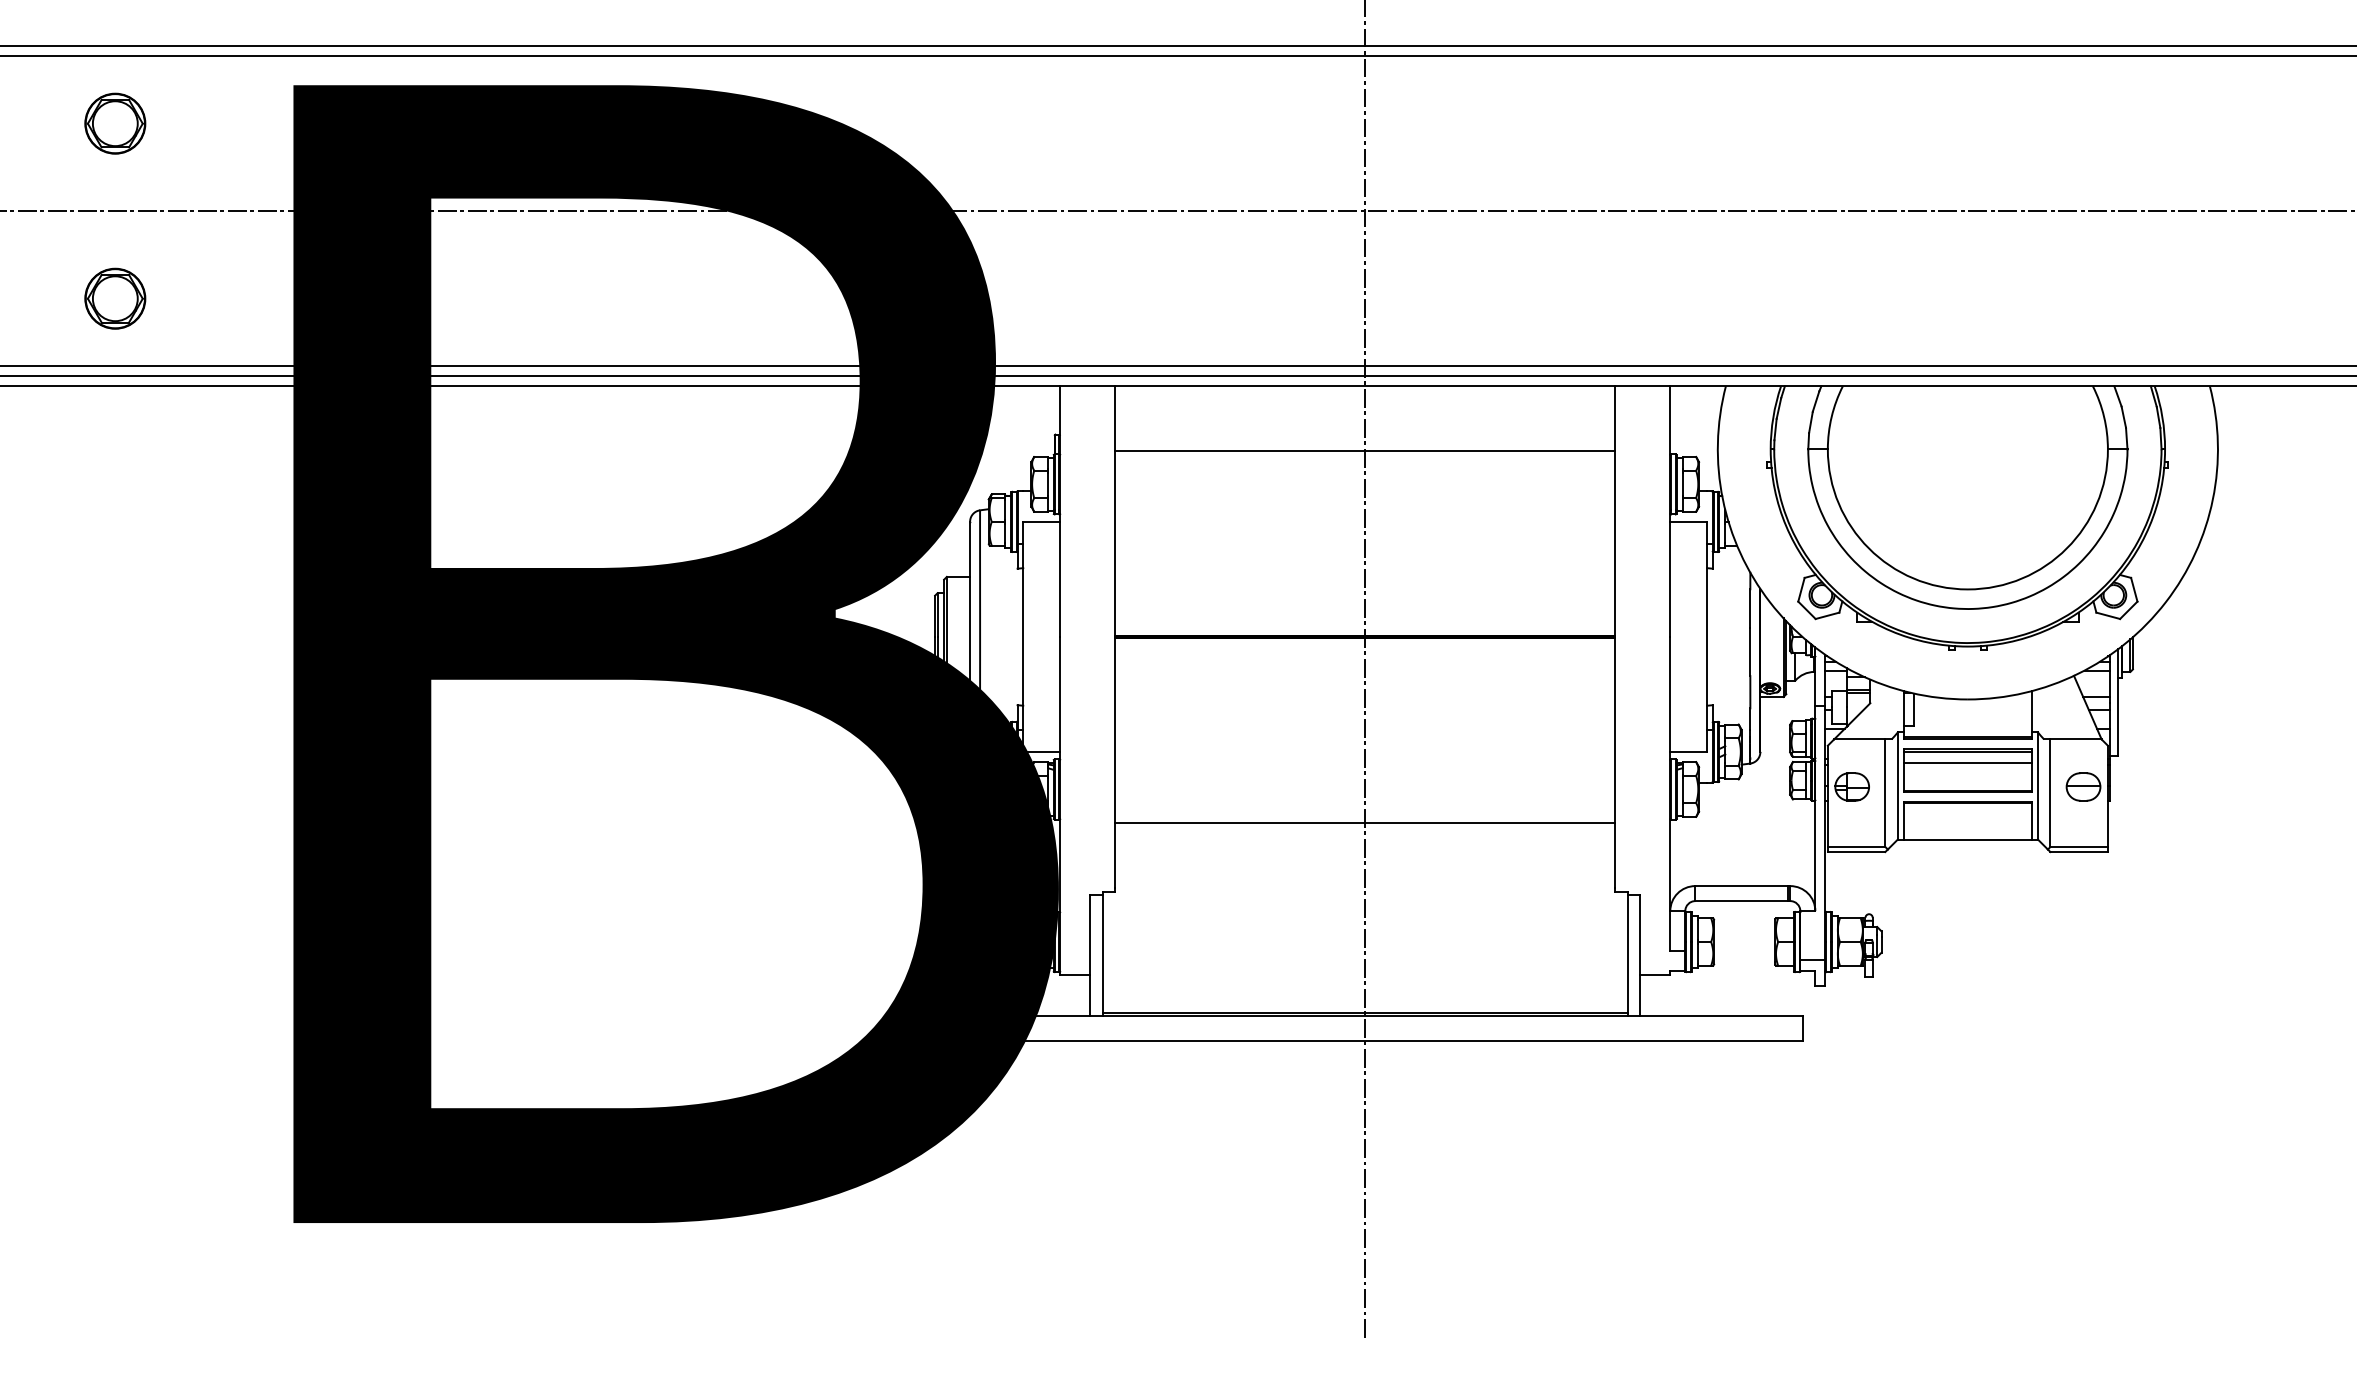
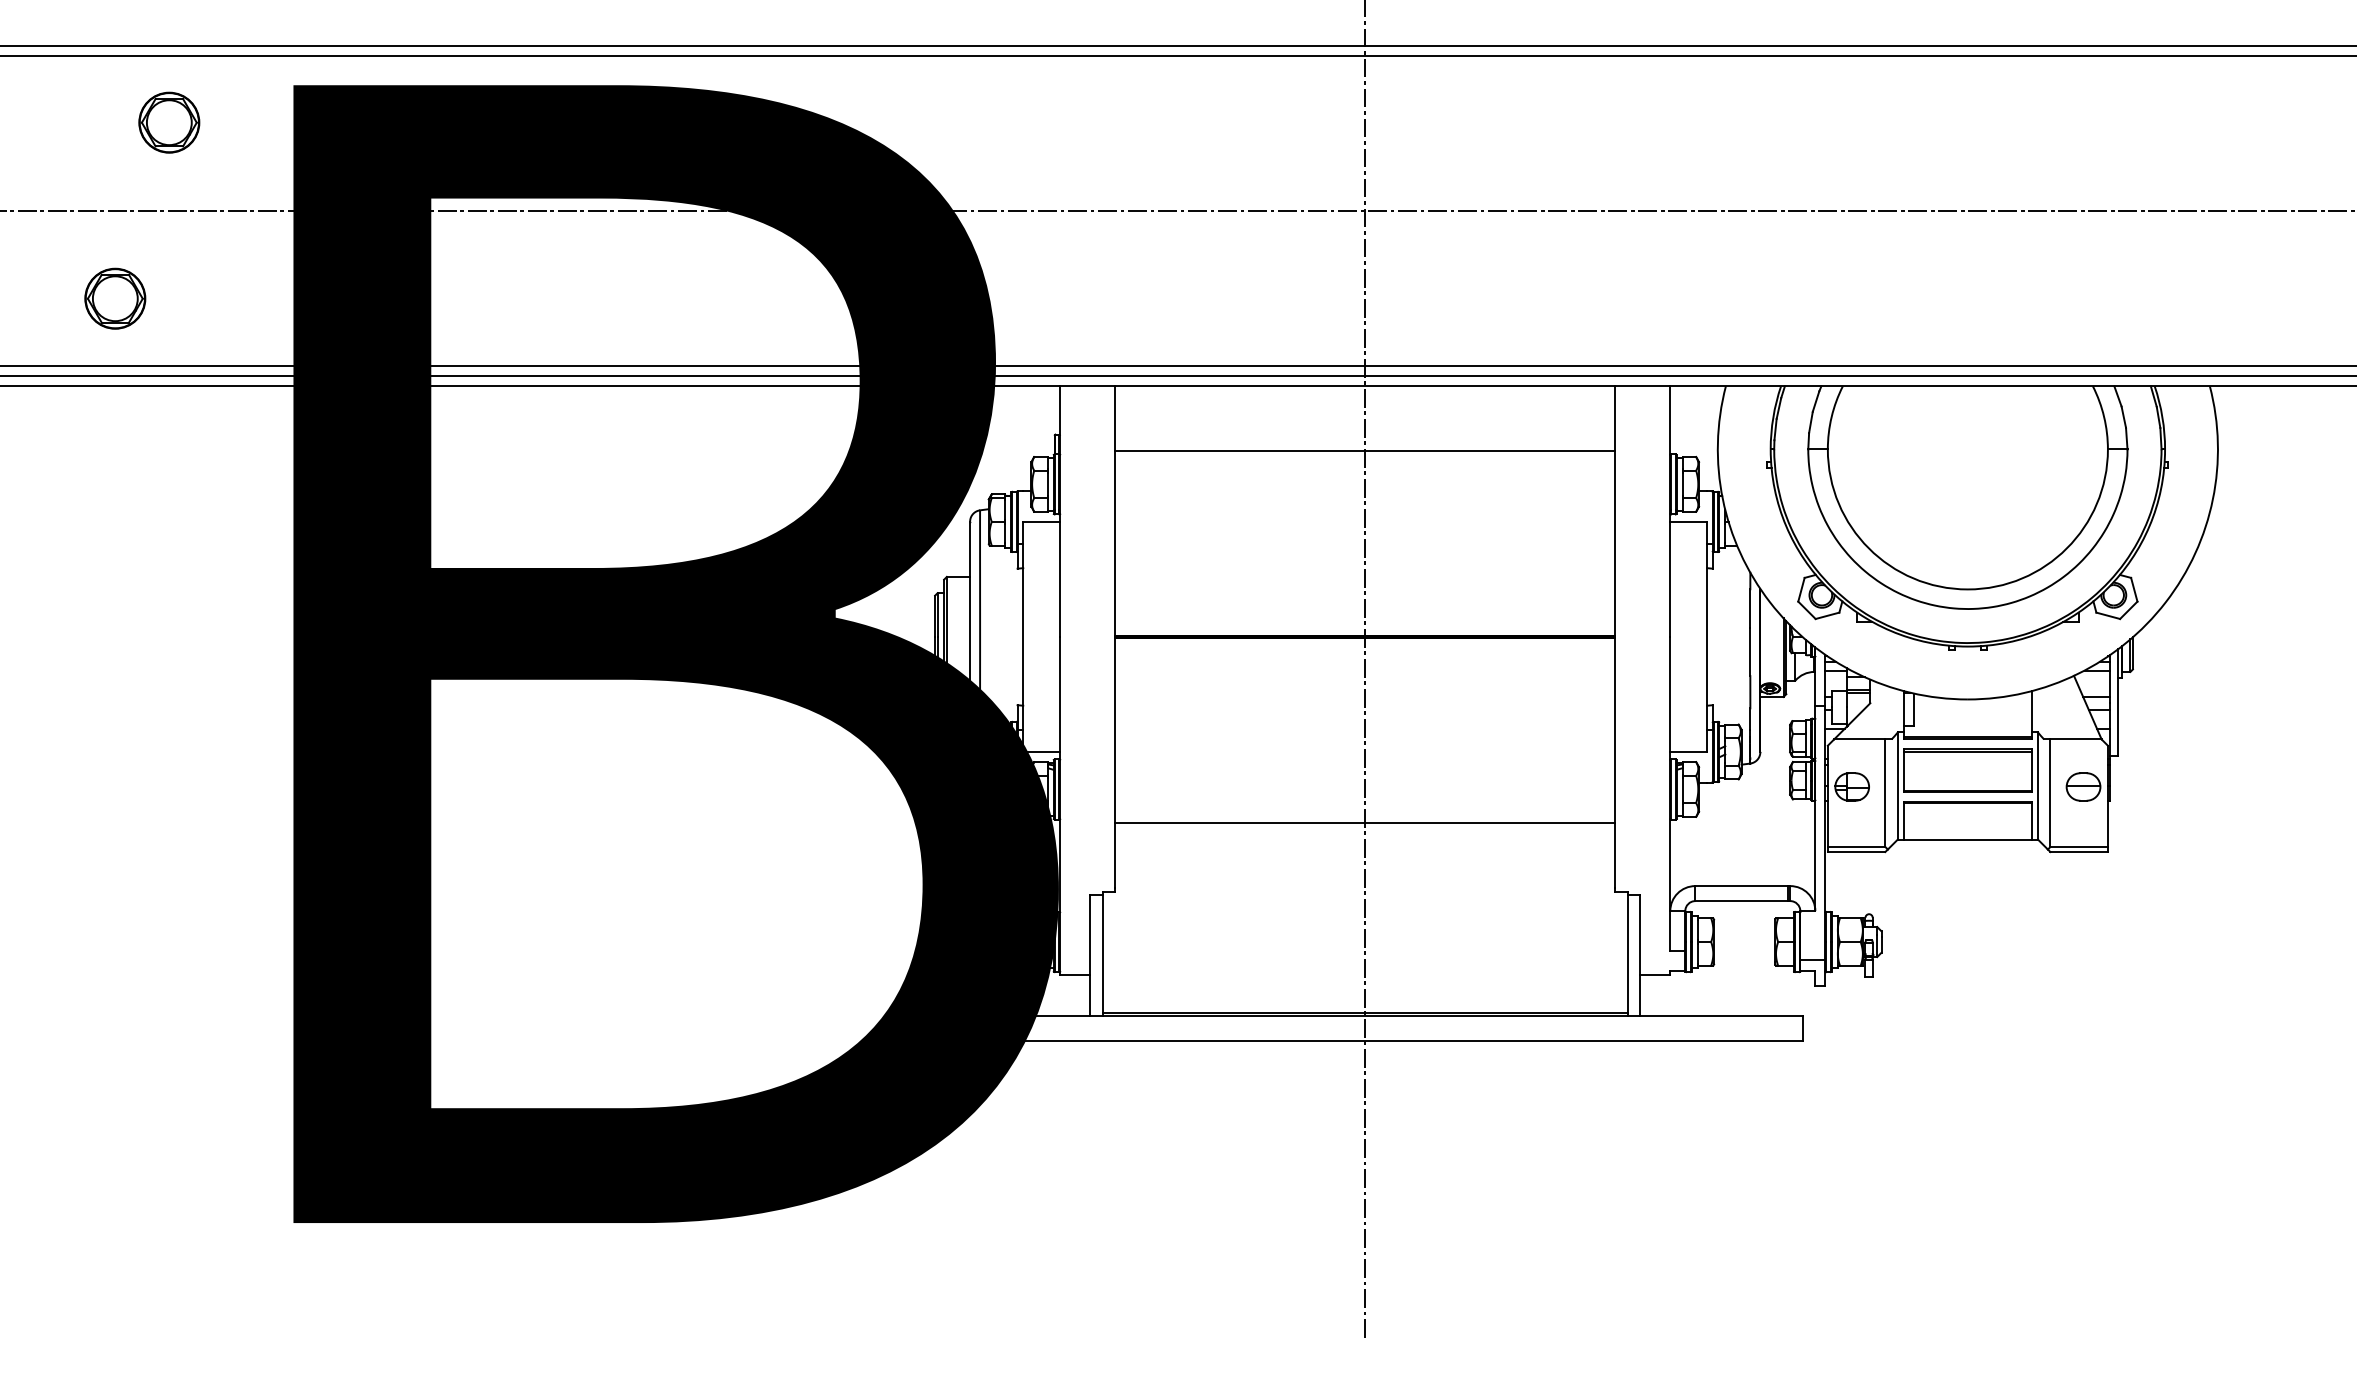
part at (115, 123) position: (115, 123) -> (169, 122)
line at (1967, 763): present -> none
